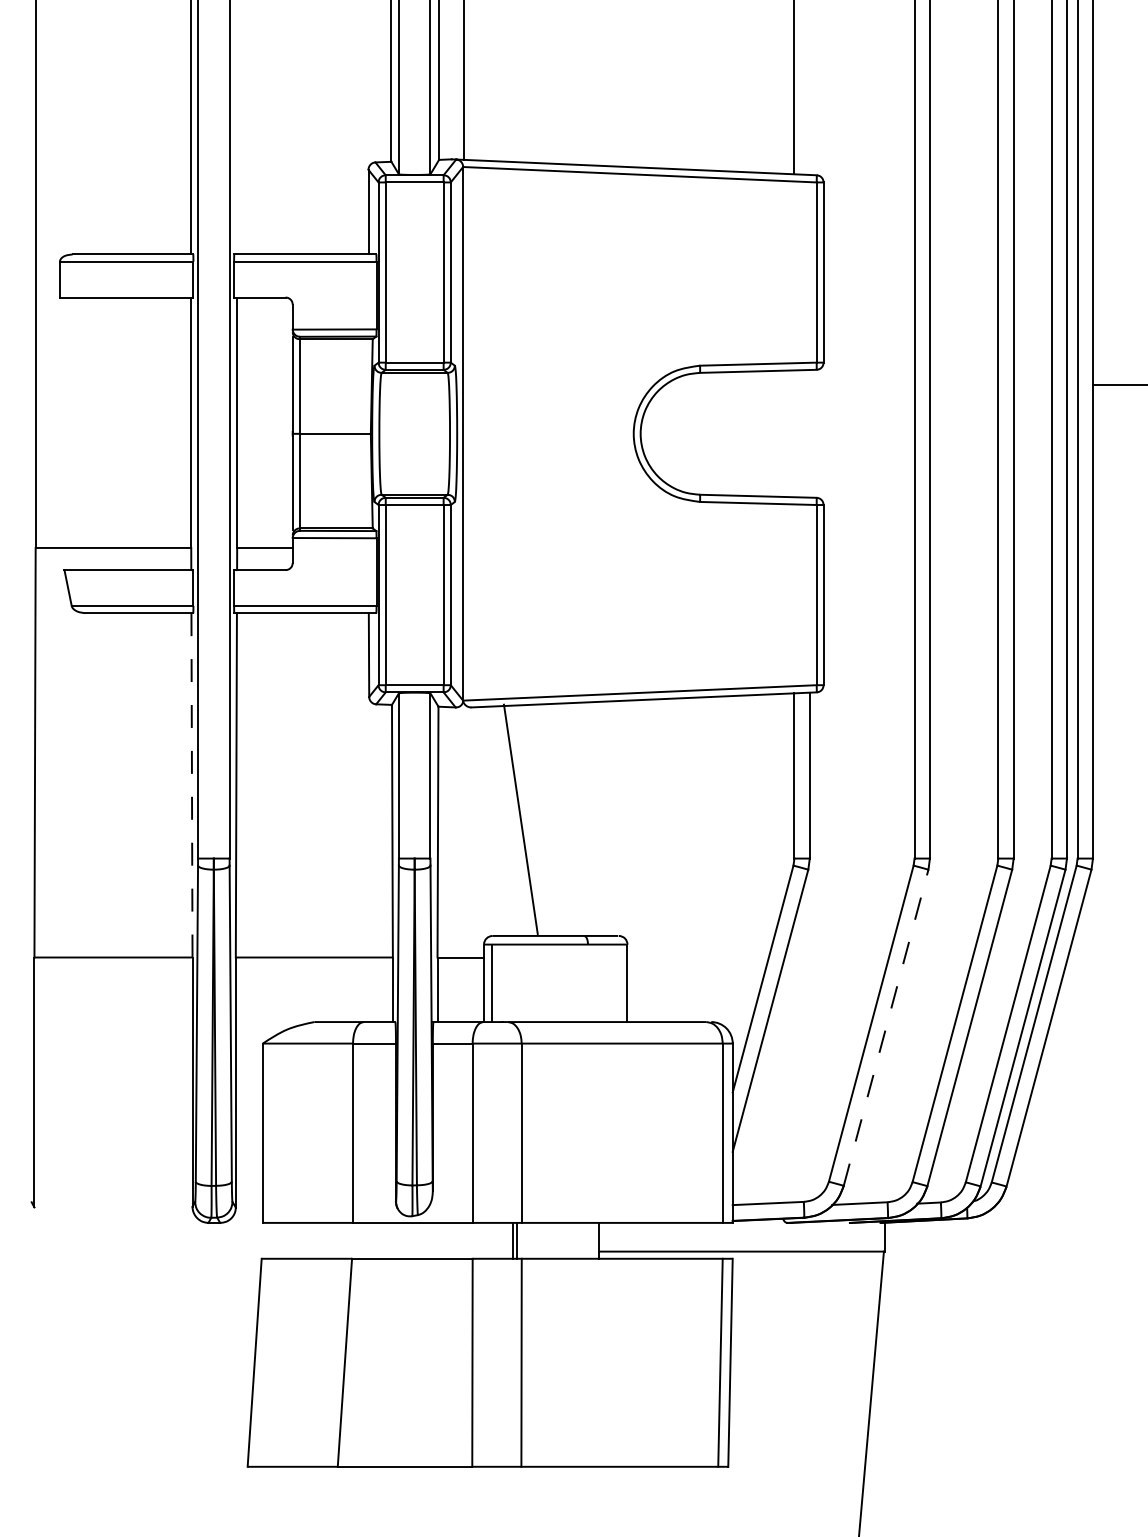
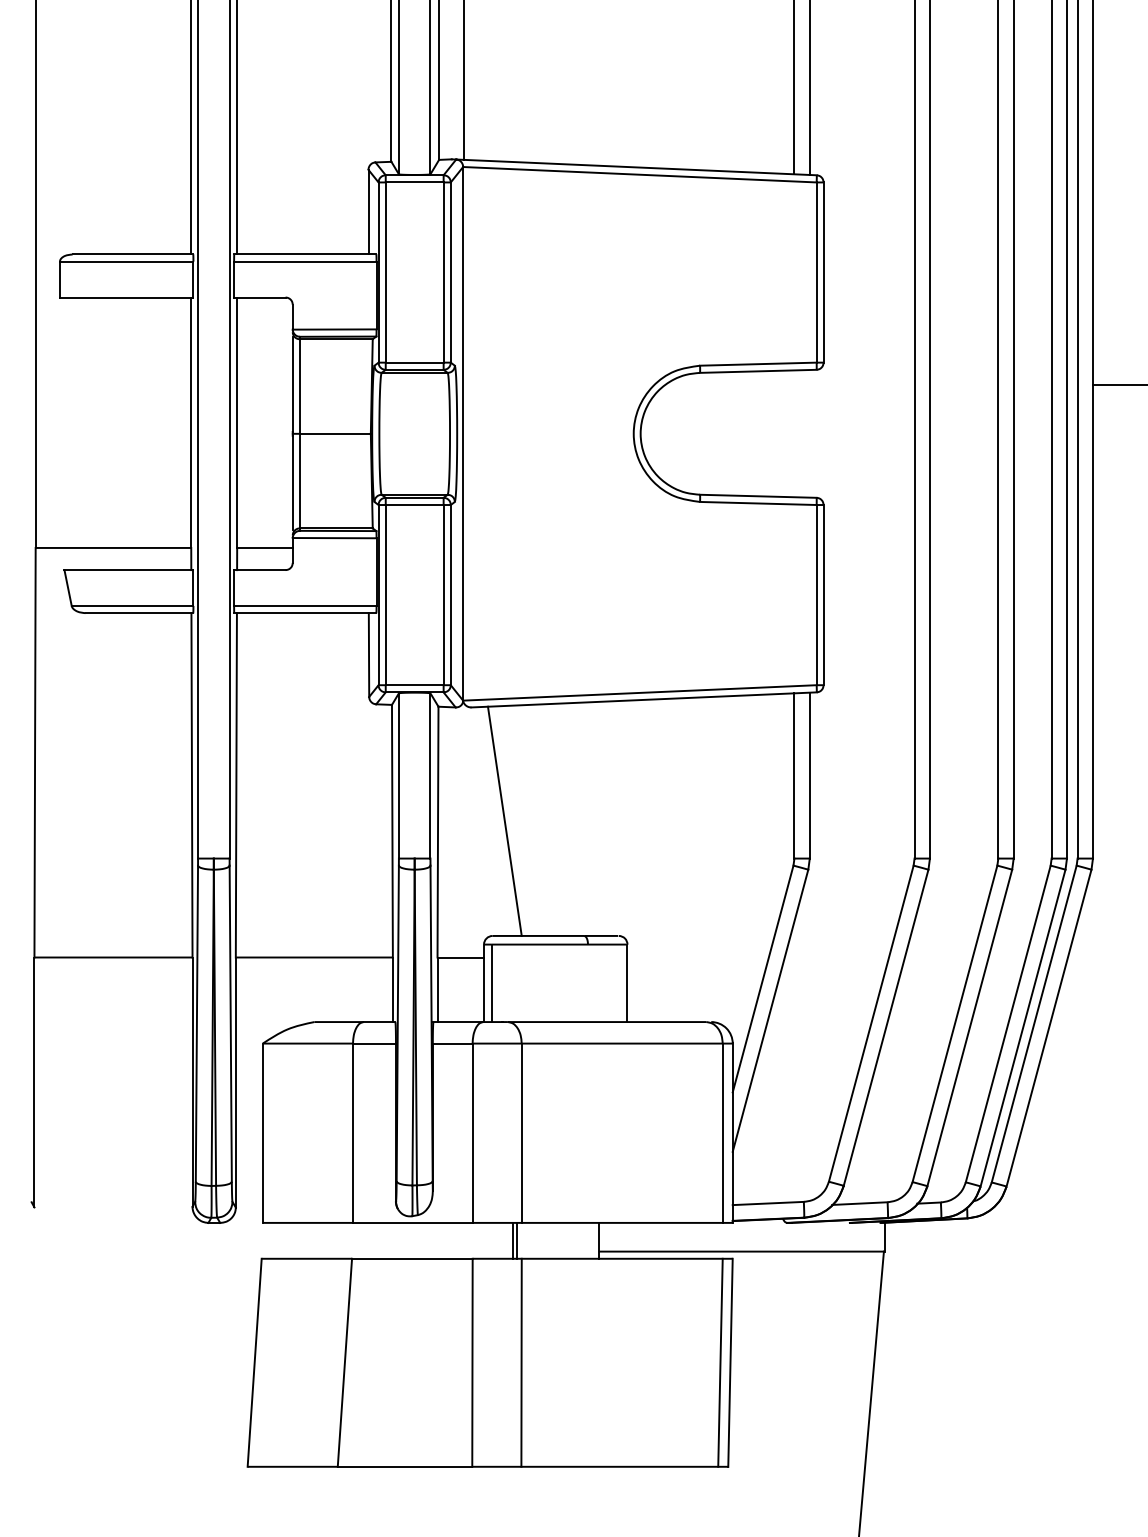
line at (809, 88): none -> present
line at (237, 128): none -> present
line at (191, 785): dashed -> solid
line at (520, 818) position: (520, 818) -> (504, 820)
line at (886, 1027): dashed -> solid
